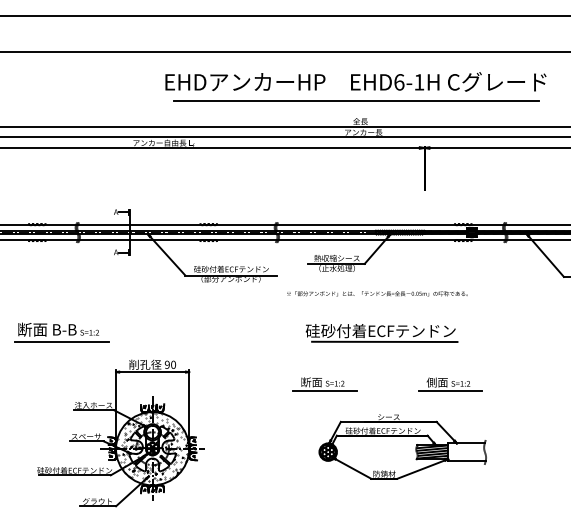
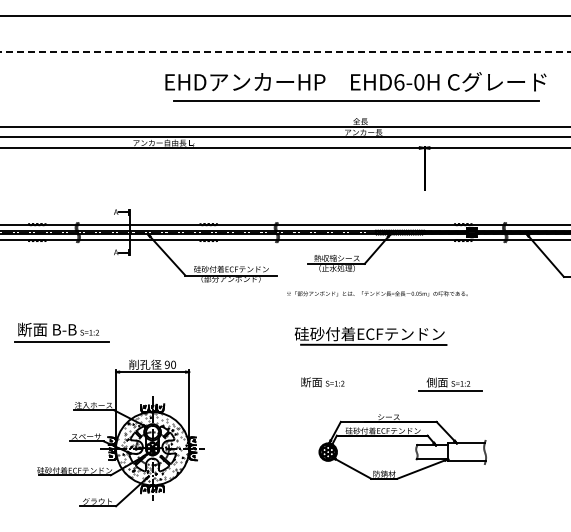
line at (285, 51): solid -> dashed
text at (419, 82): EHD6-1H -> EHD6-0H
part at (381, 333) position: (381, 333) -> (370, 336)
line at (324, 390): present -> none
hatch at (432, 451): present -> none
